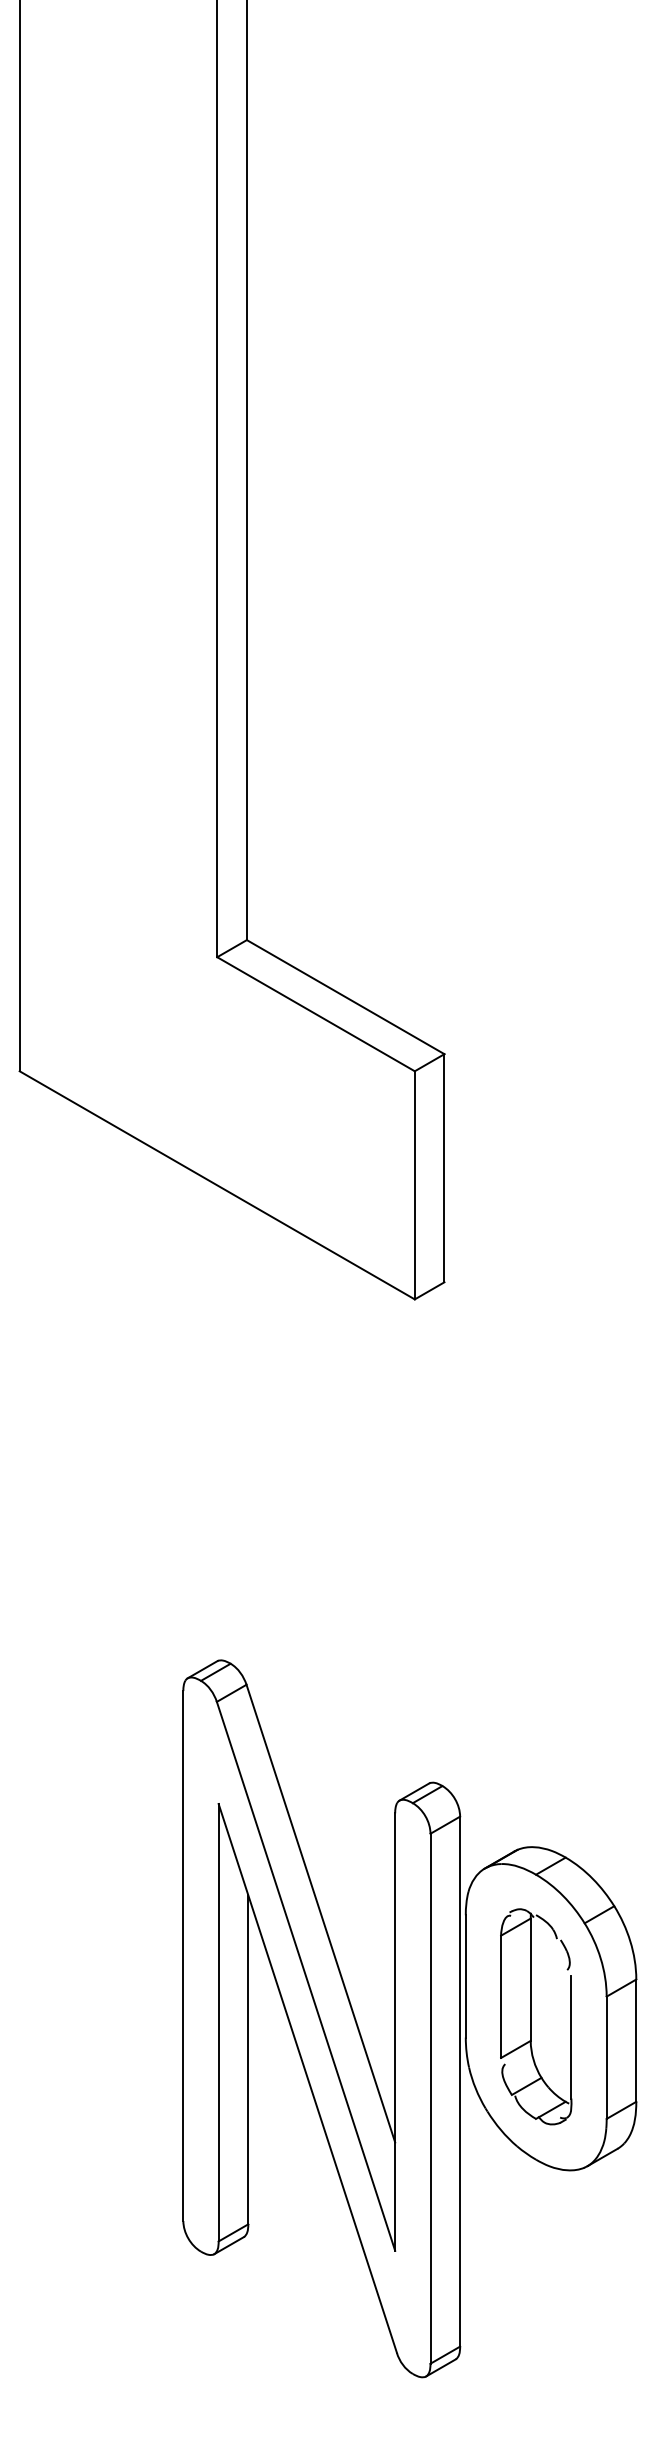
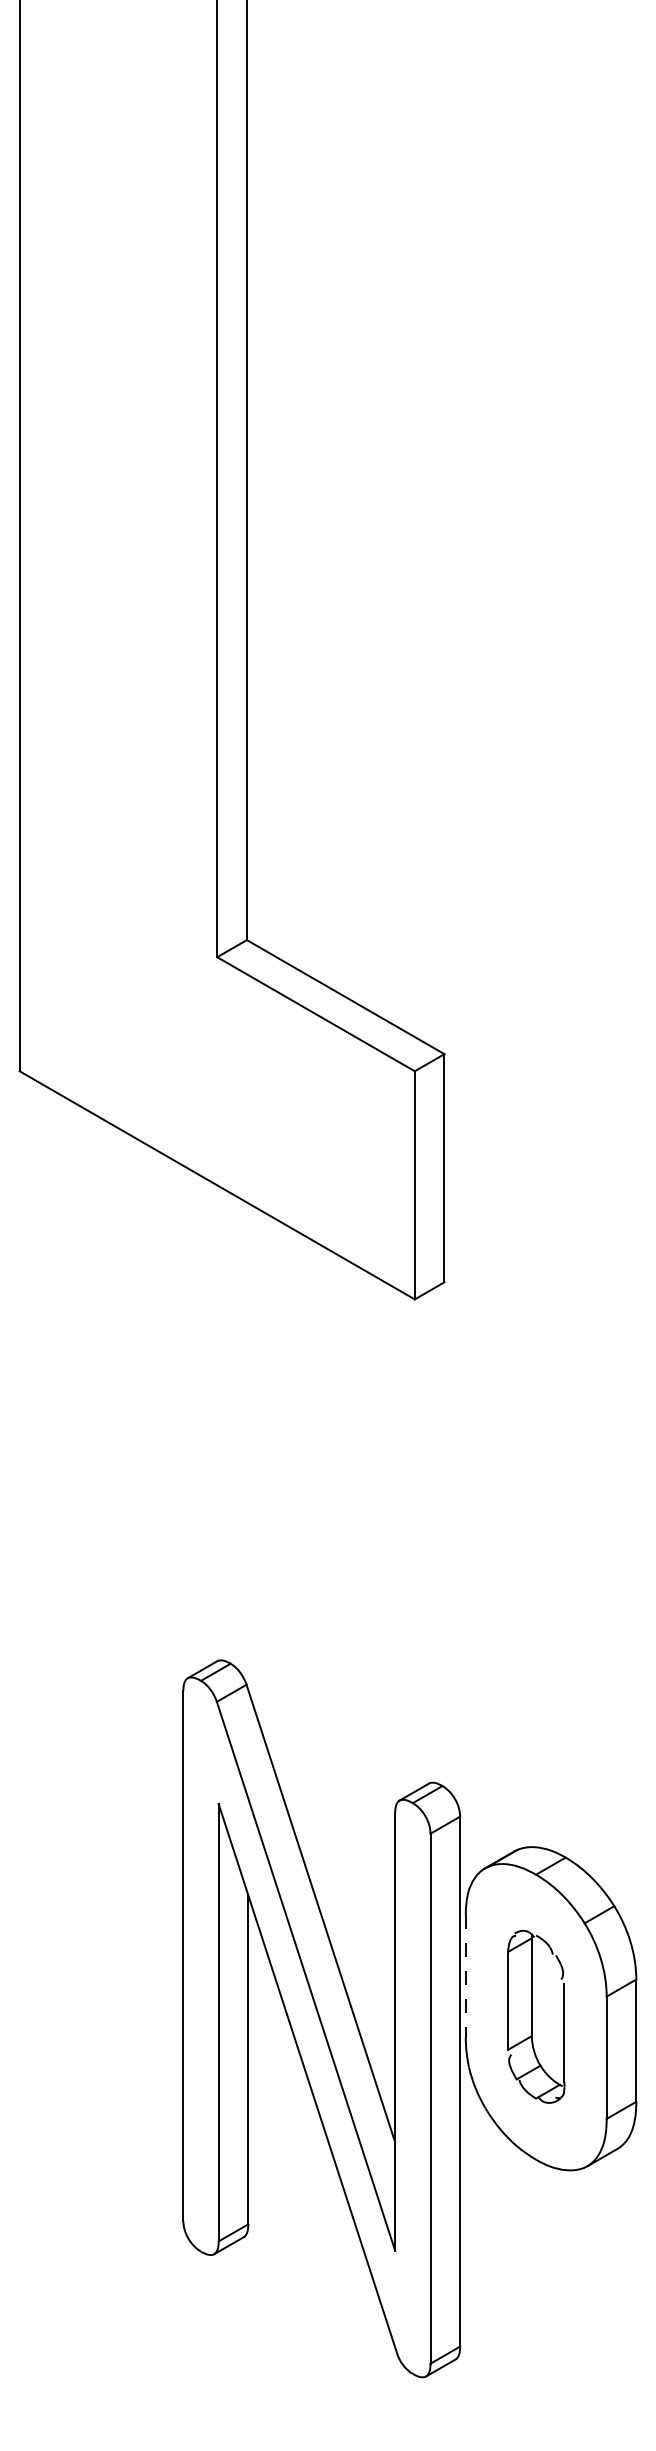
line at (465, 1976): solid -> dashed
part at (536, 2016) size: 73x218 px -> 59x175 px
